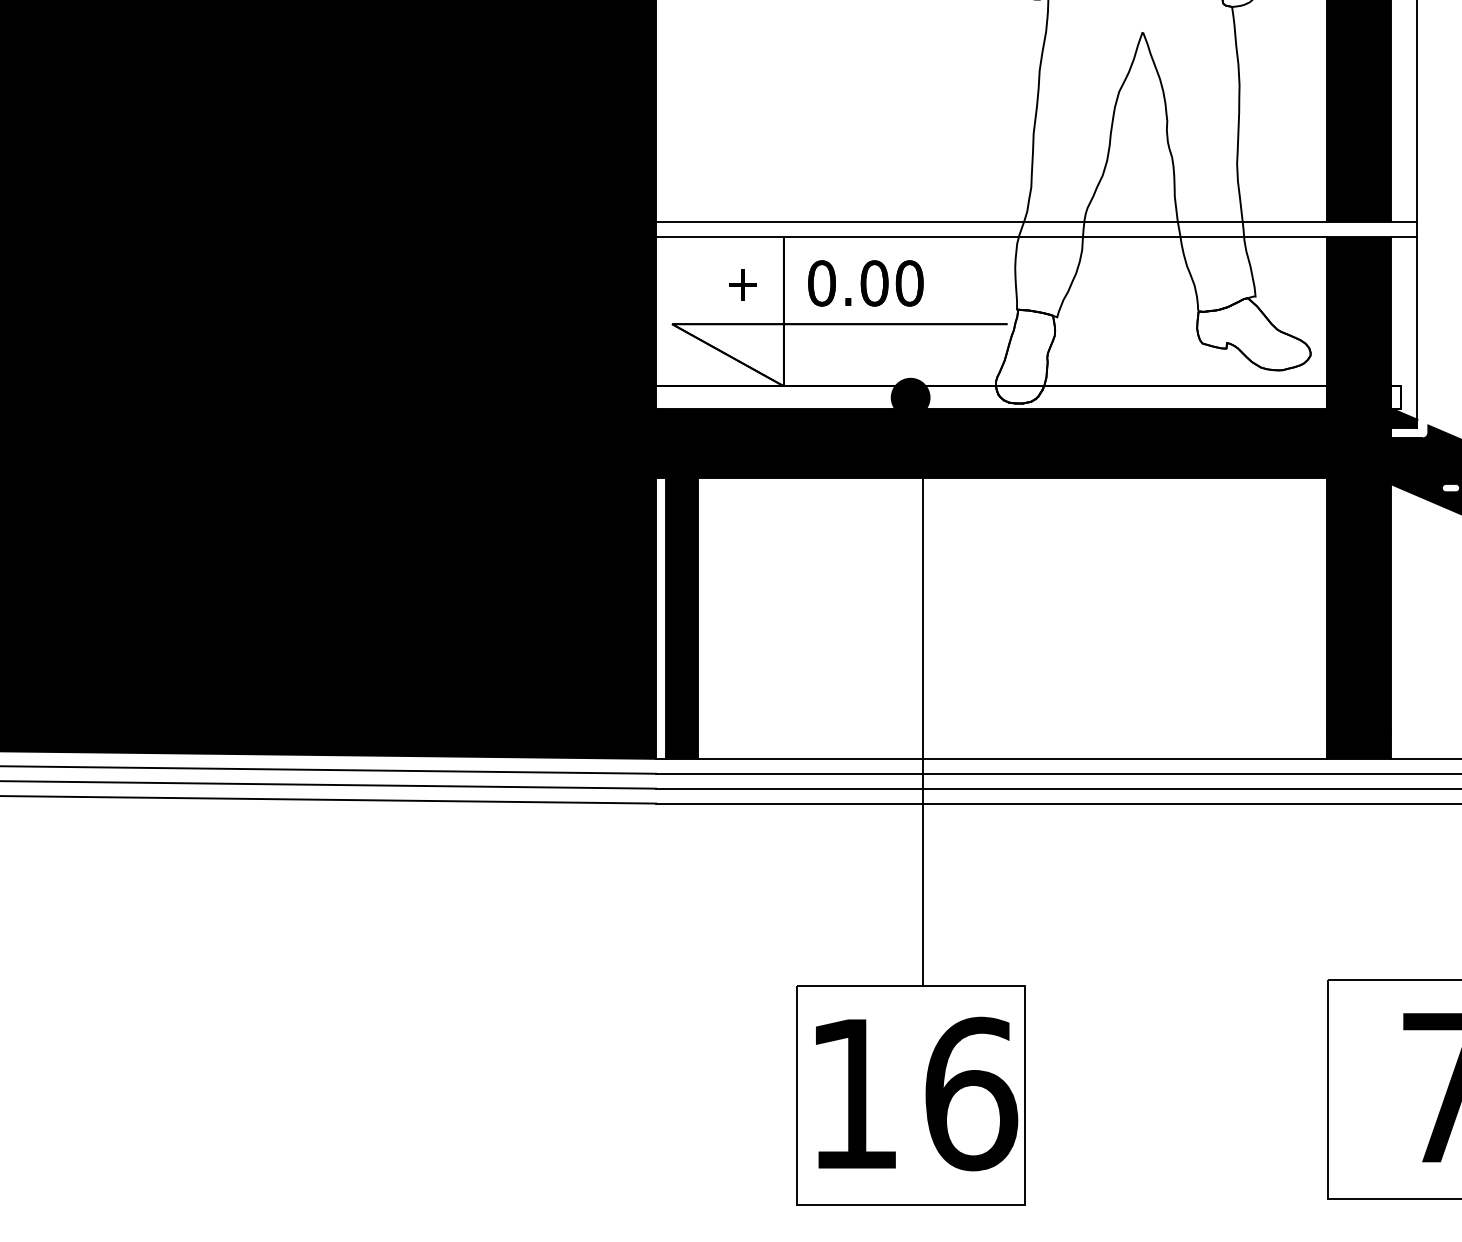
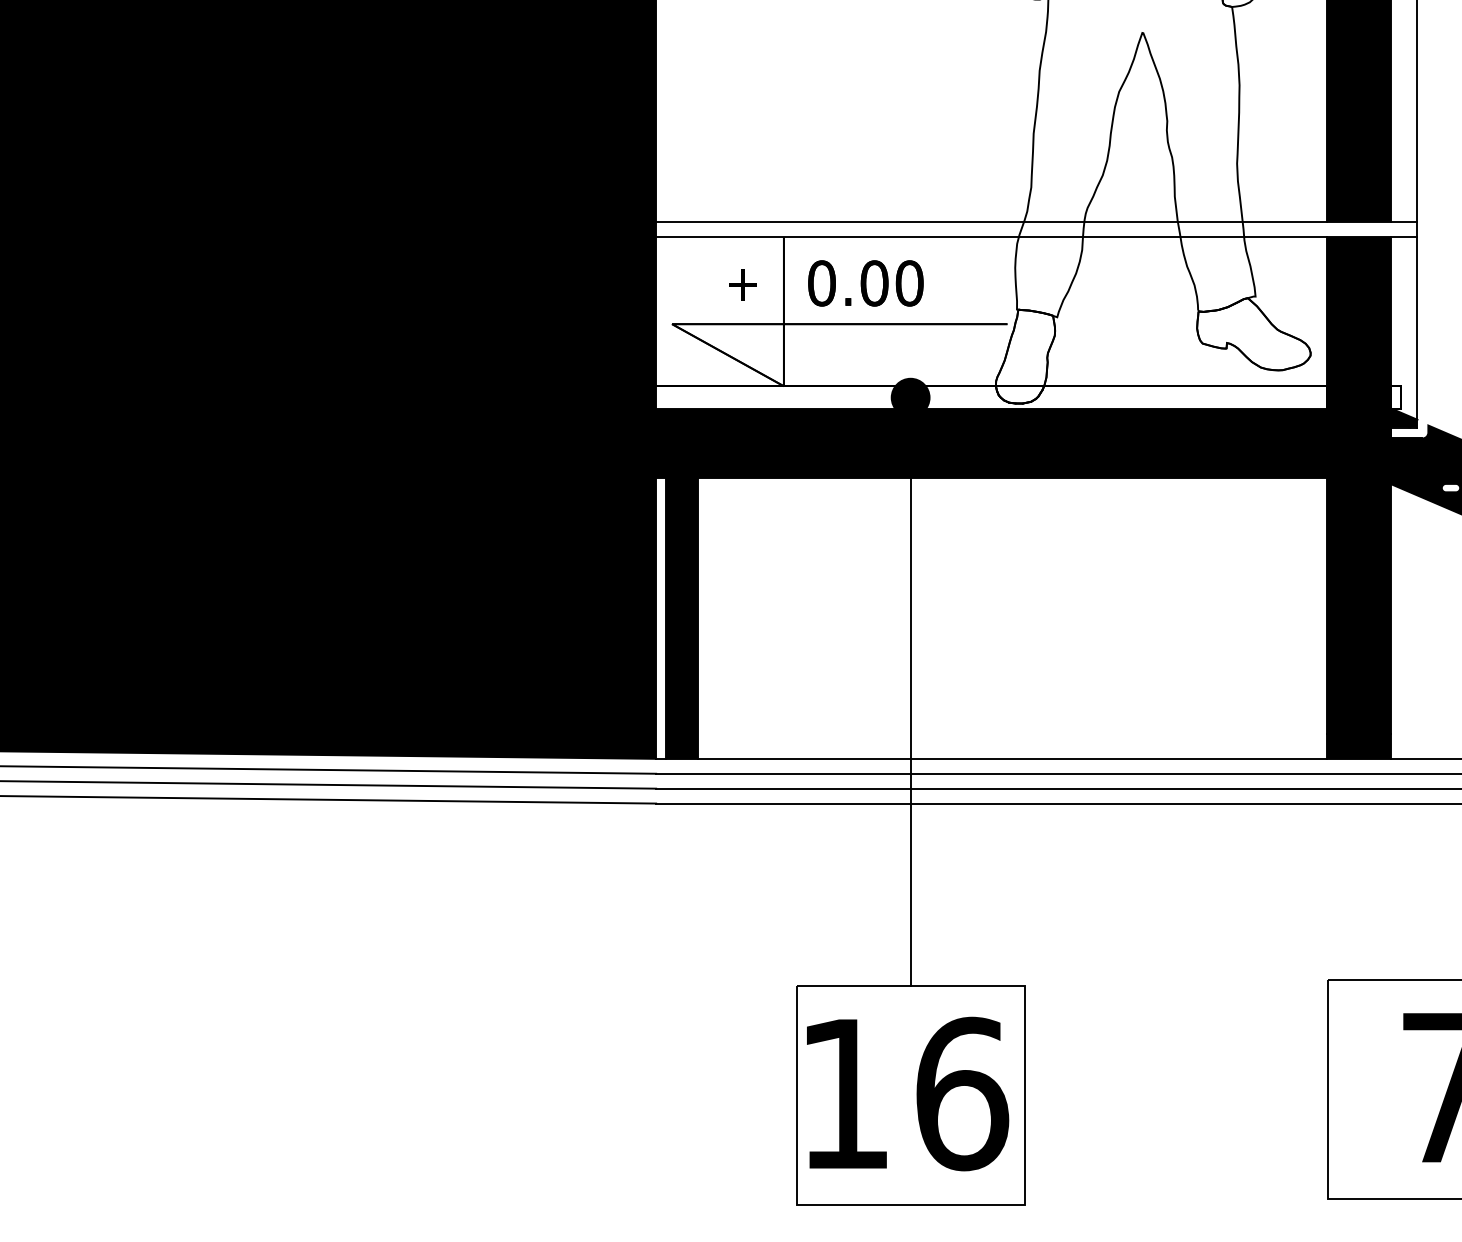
line at (922, 693) position: (922, 693) -> (910, 693)
text at (917, 1093) position: (917, 1093) -> (908, 1093)
